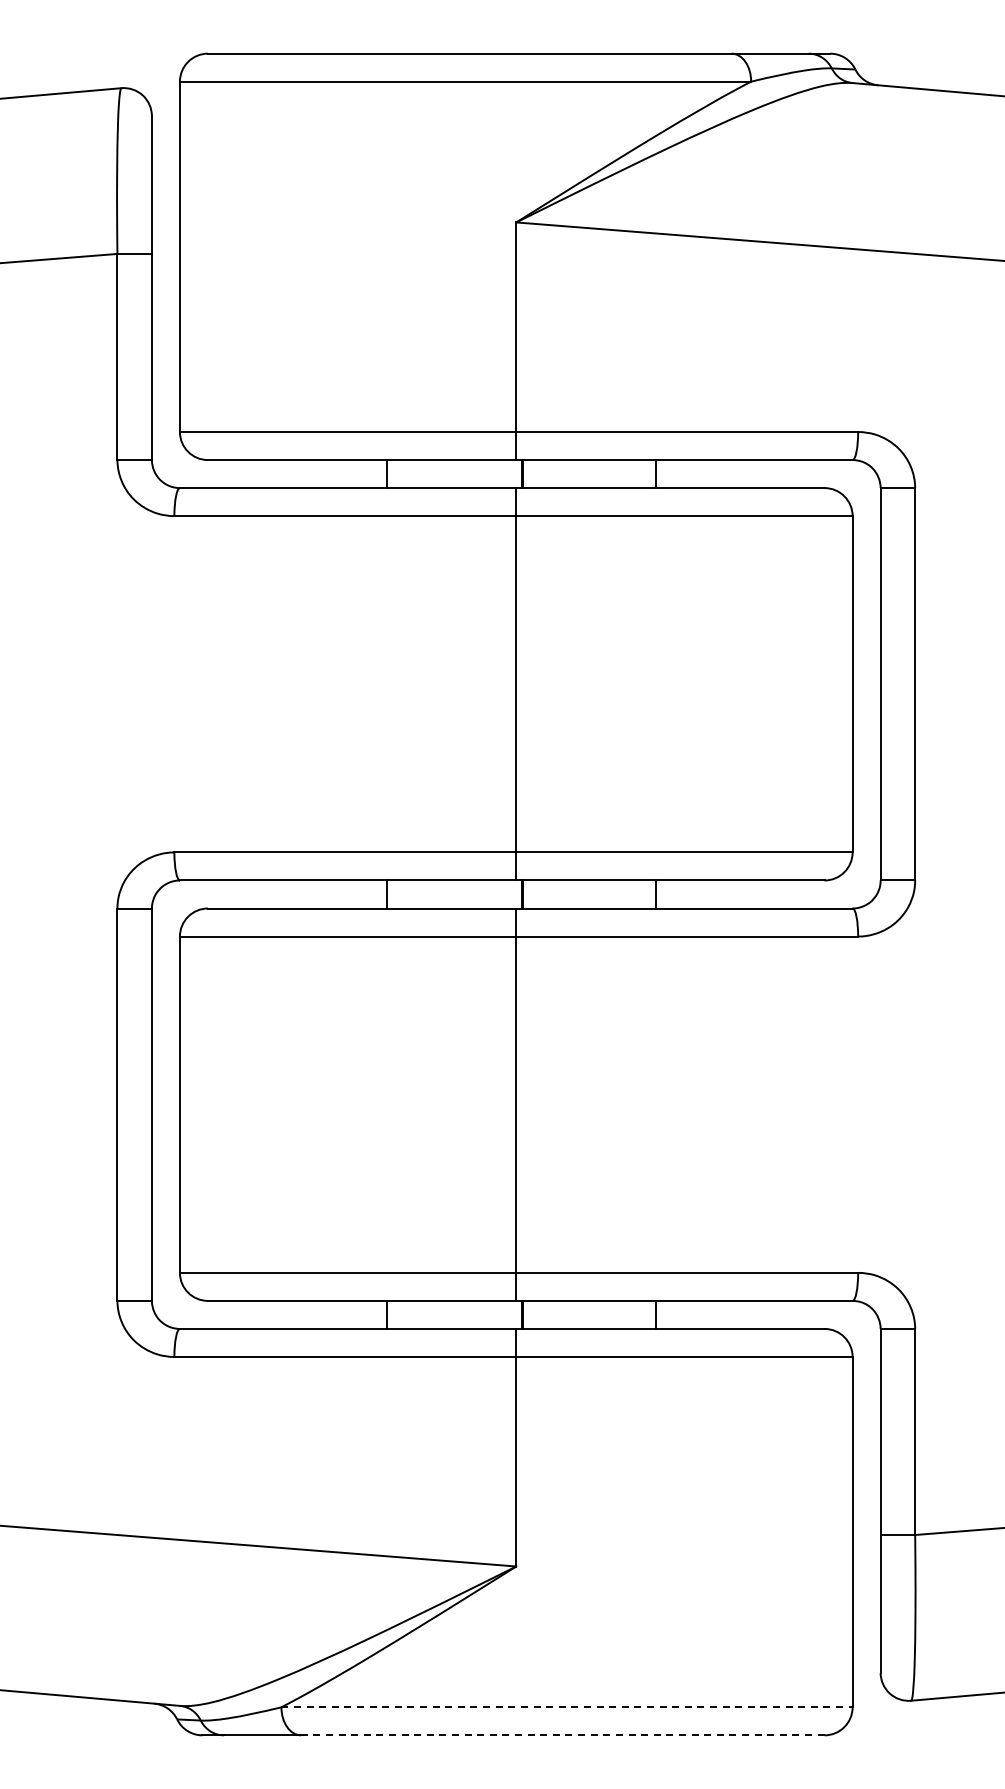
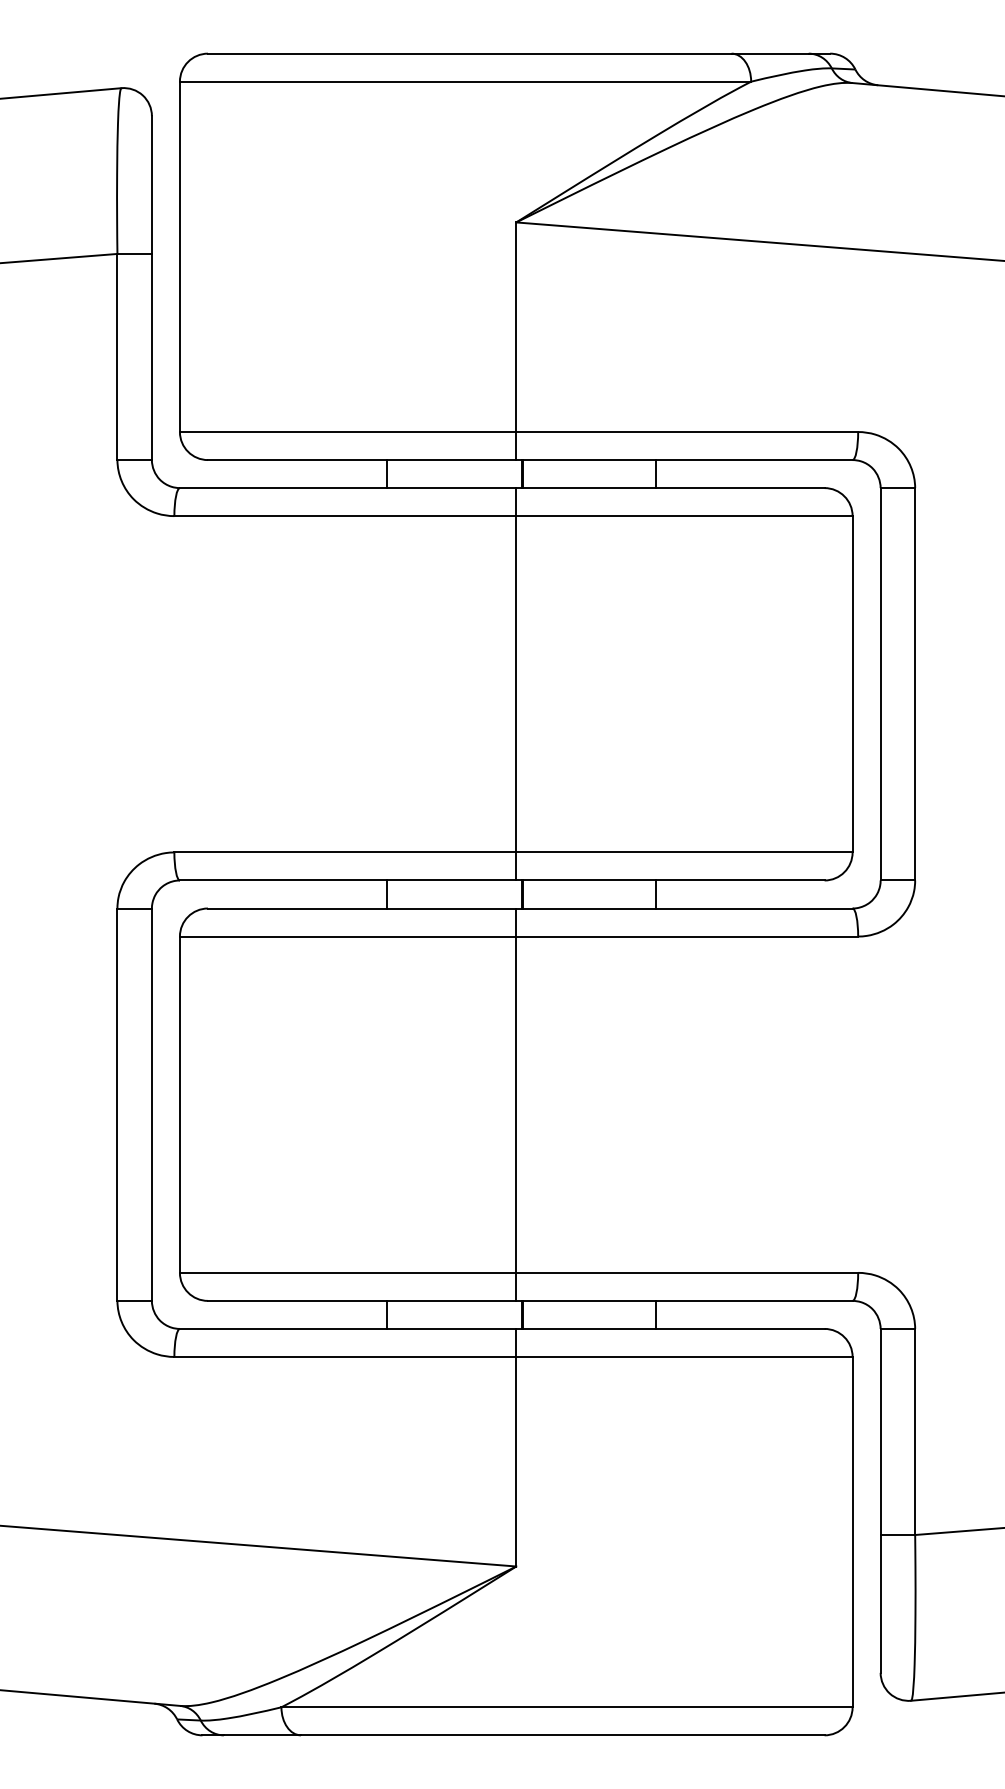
line at (567, 1707): dashed -> solid
line at (562, 1735): dashed -> solid
